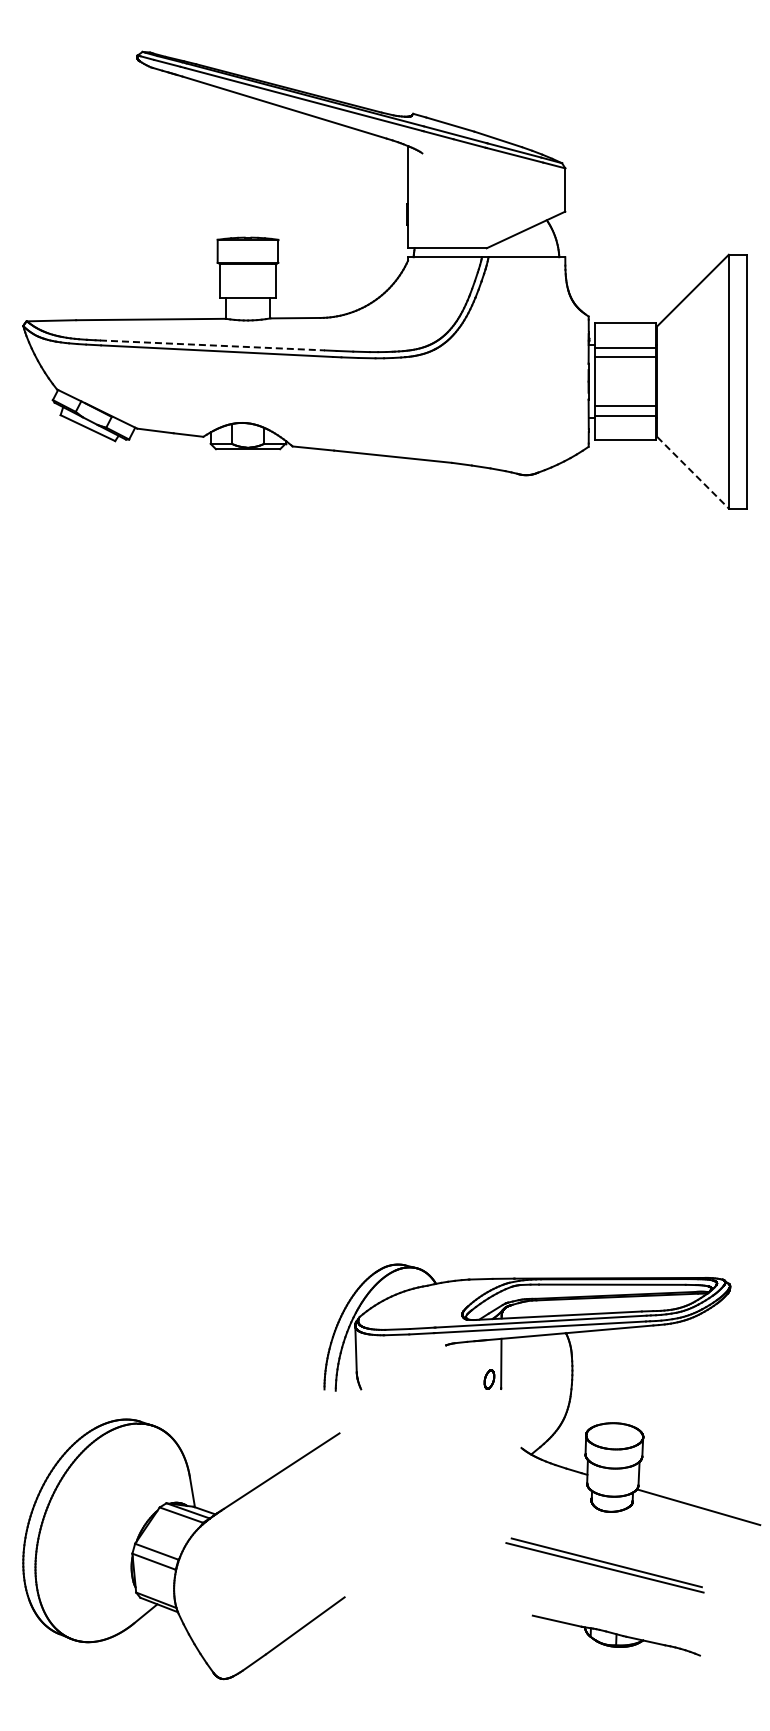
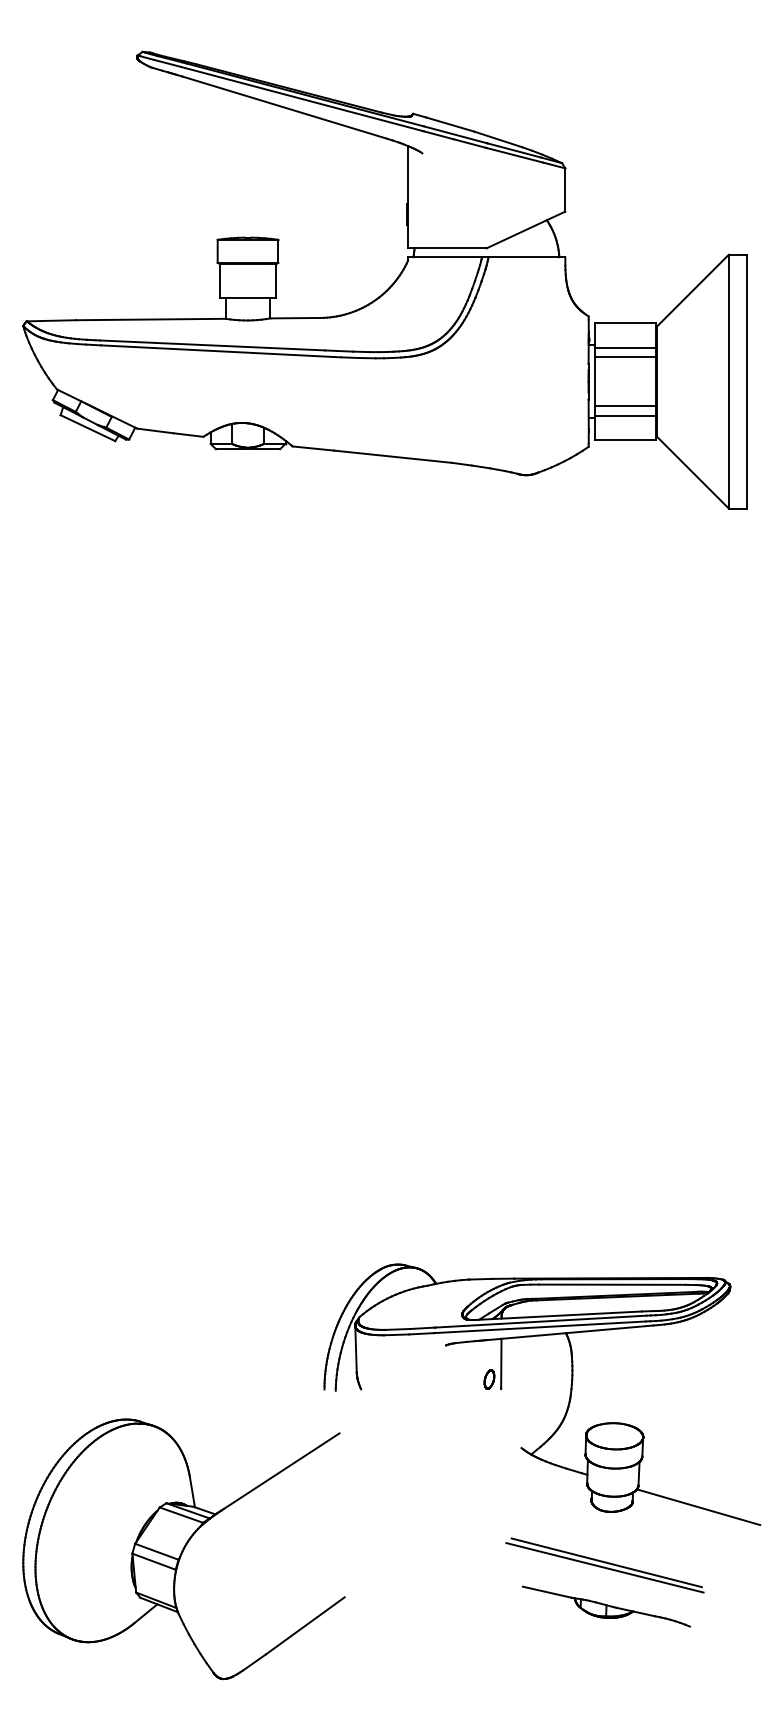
line at (212, 345): dashed -> solid
line at (693, 472): dashed -> solid
part at (615, 1635) position: (615, 1635) -> (605, 1606)
